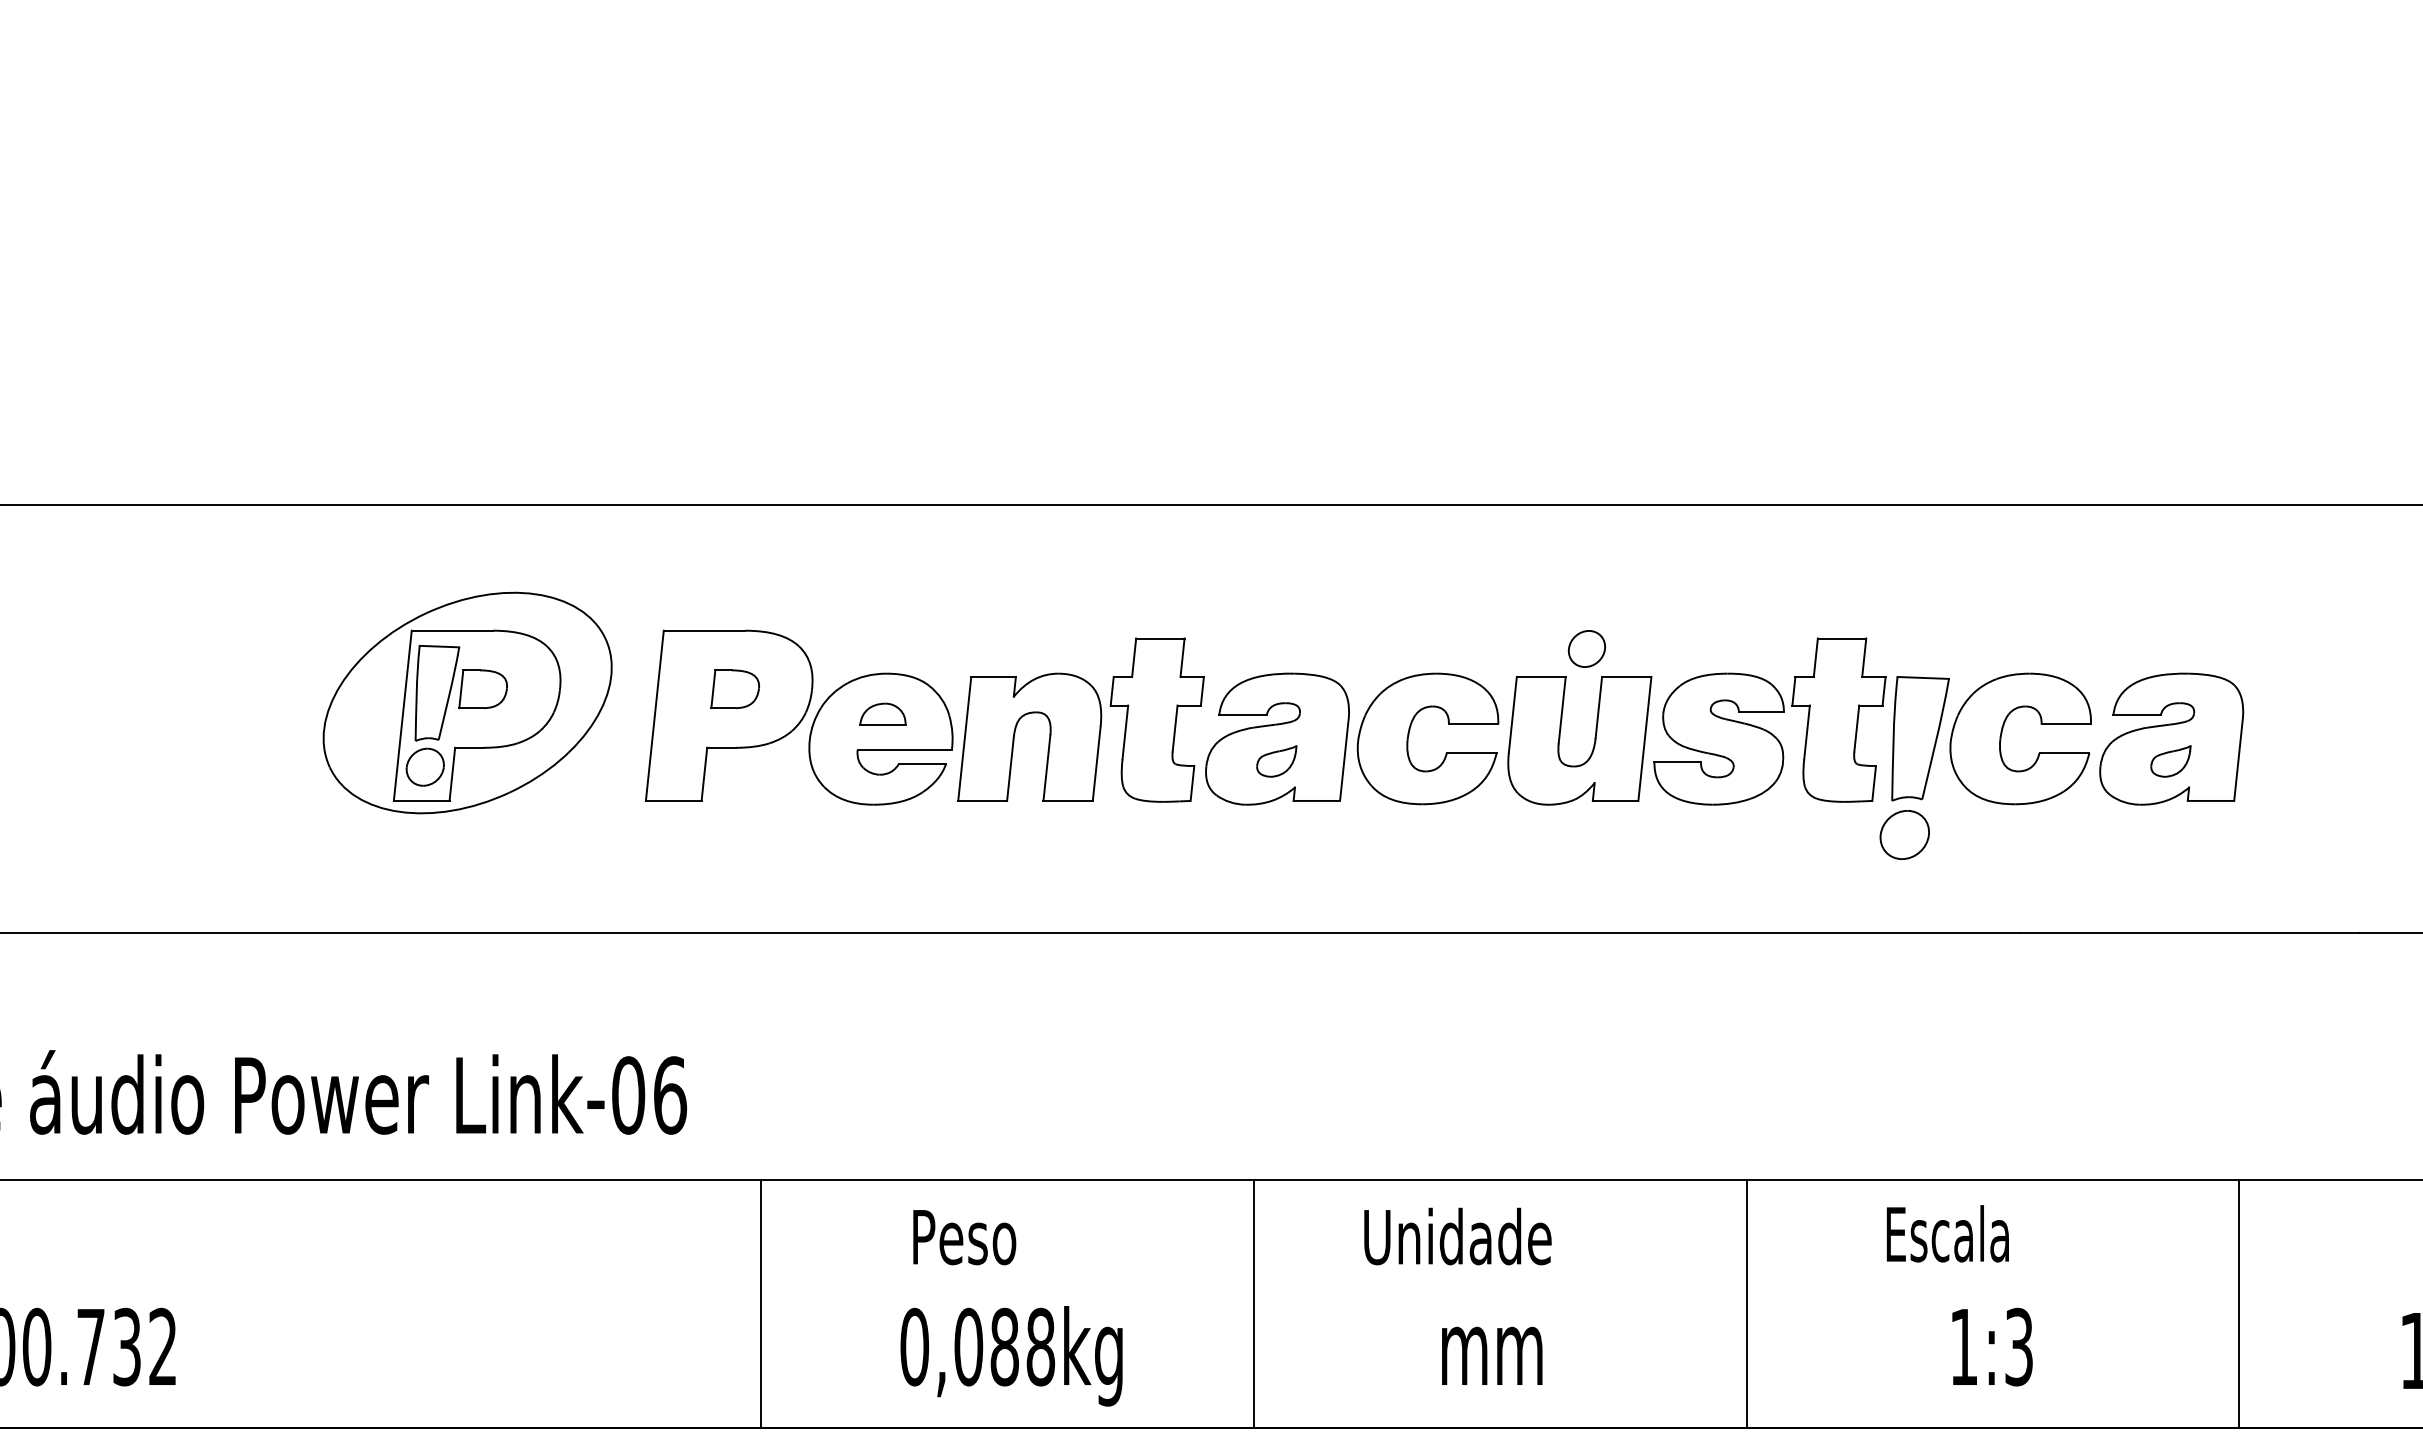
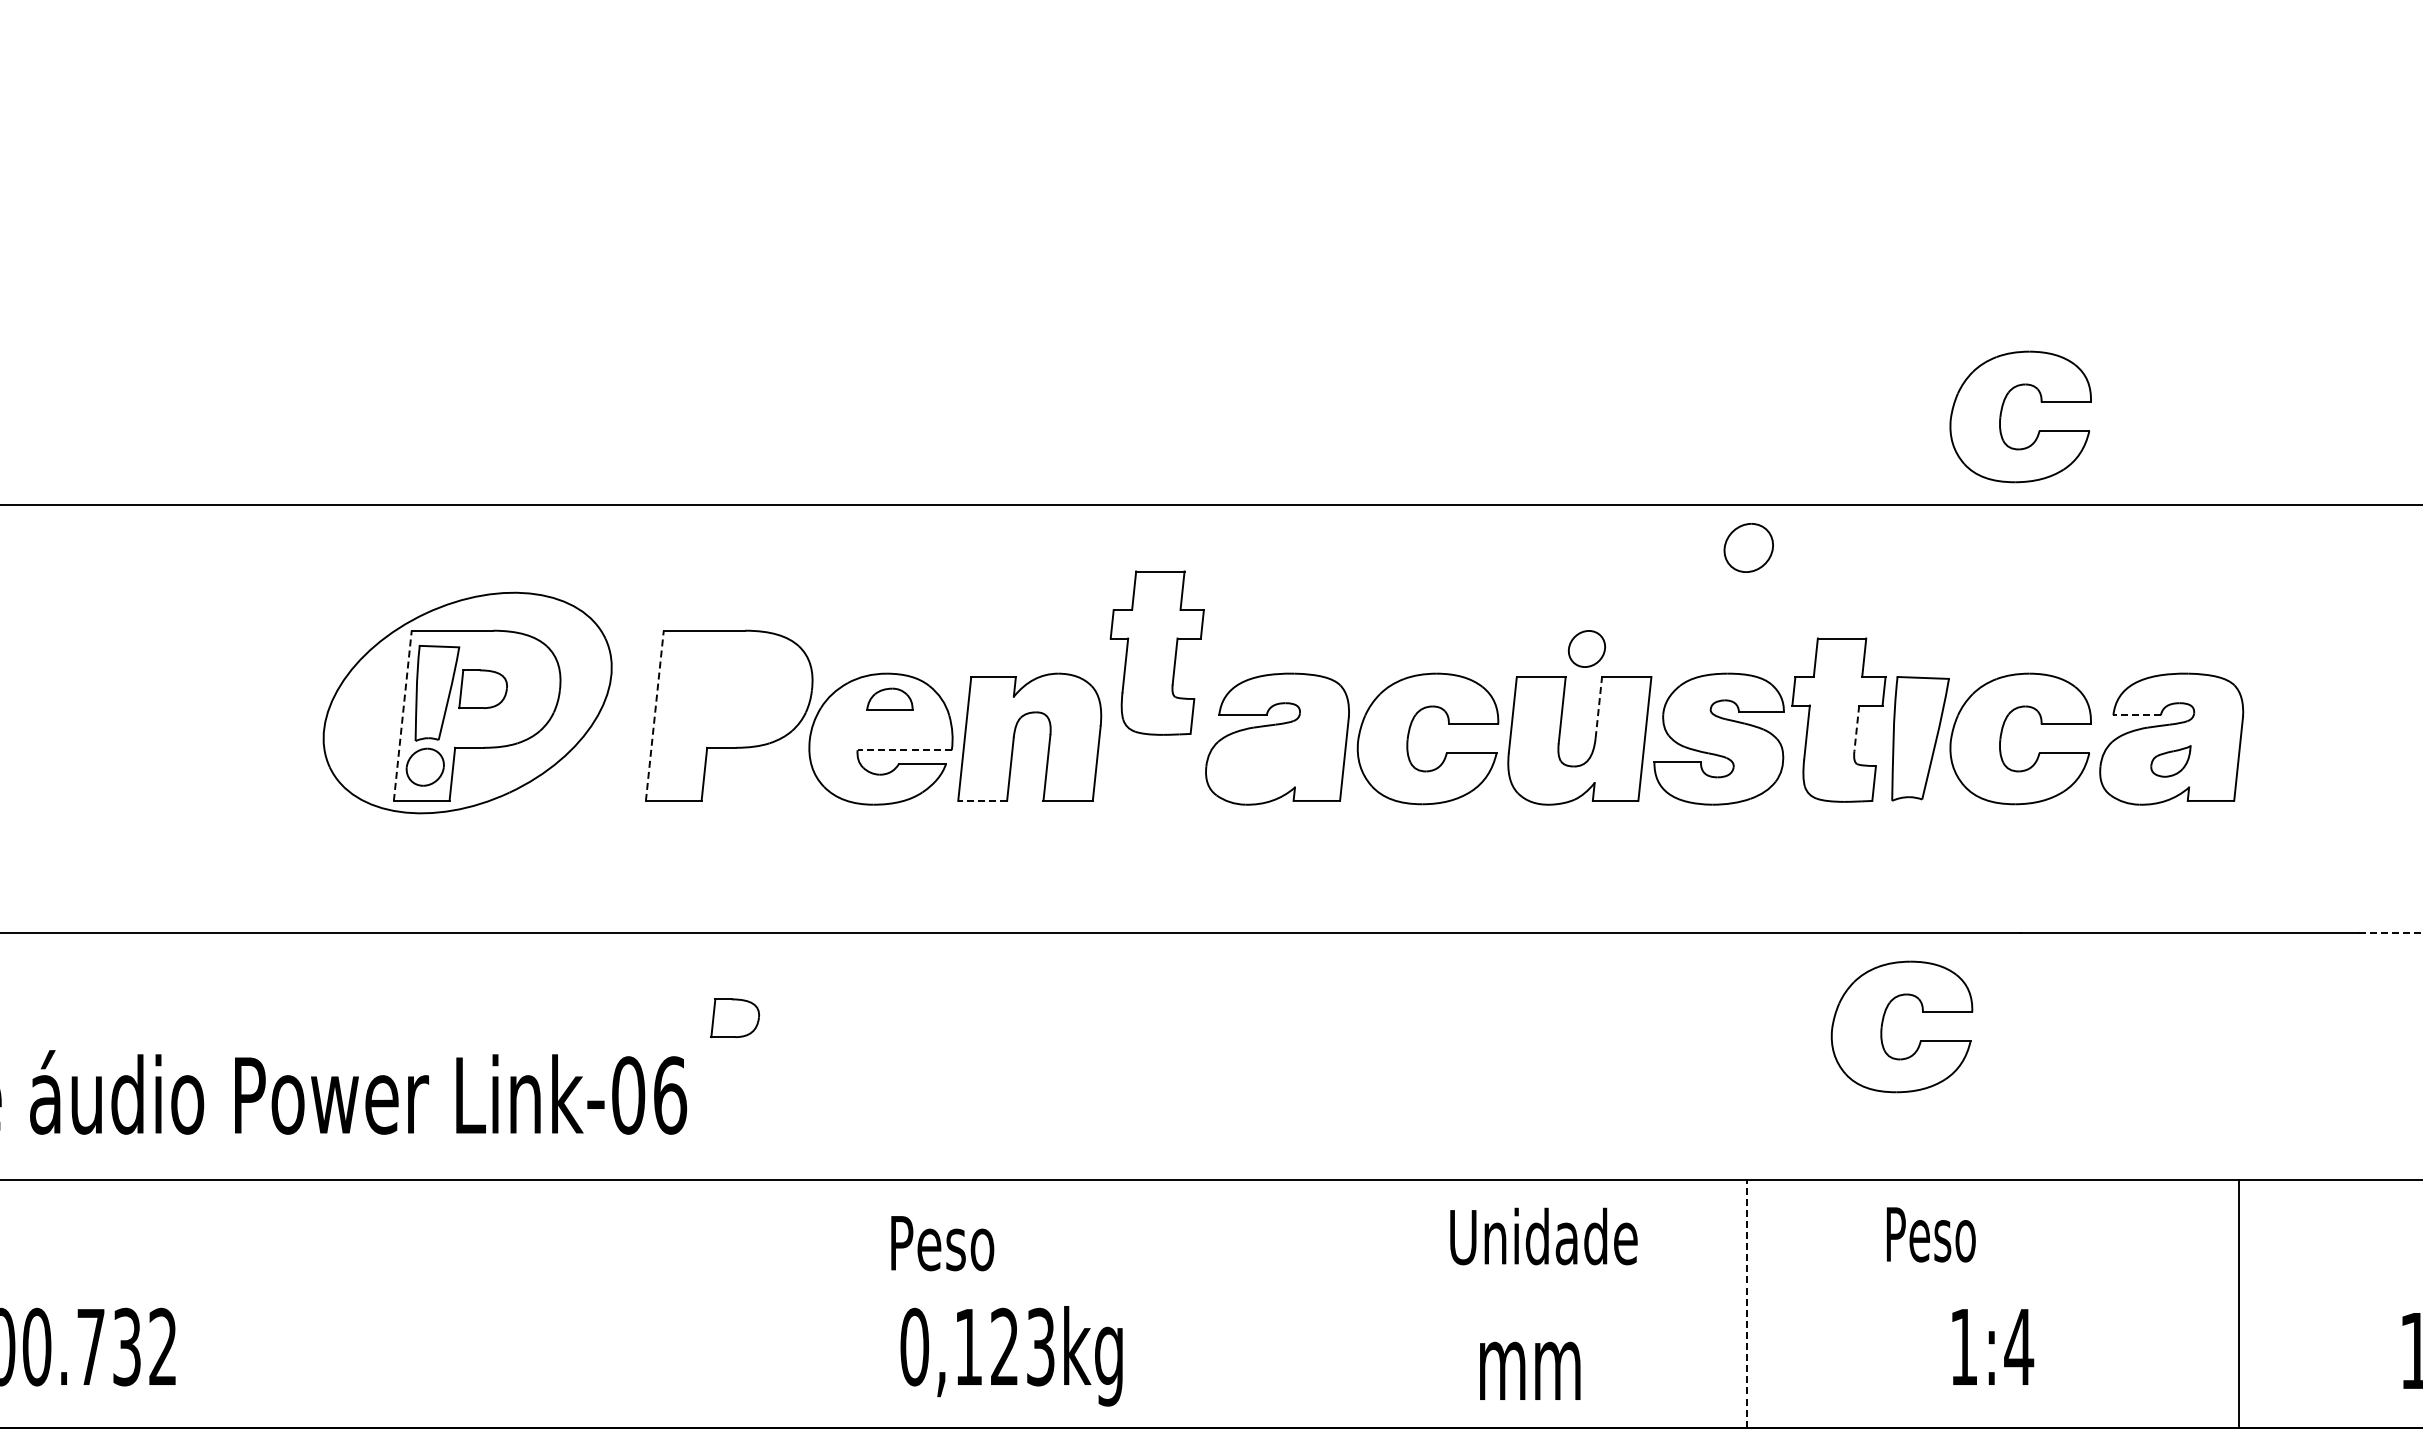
part at (2002, 411): none -> present
part at (735, 689) position: (735, 689) -> (735, 1018)
line at (1598, 707): solid -> dashed
part at (882, 713) position: (882, 713) -> (889, 698)
line at (402, 715): solid -> dashed
line at (654, 715): solid -> dashed
line at (2137, 715): solid -> dashed
part at (1156, 719) position: (1156, 719) -> (1156, 652)
line at (1856, 729): solid -> dashed
line at (904, 750): solid -> dashed
part at (1276, 761): present -> none
line at (982, 800): solid -> dashed
part at (1904, 834) position: (1904, 834) -> (1748, 547)
line at (2390, 932): solid -> dashed
part at (1883, 1023): none -> present
text at (1949, 1233): Escala -> Peso
text at (1457, 1236) position: (1457, 1236) -> (1543, 1236)
text at (964, 1237) position: (964, 1237) -> (942, 1243)
line at (1253, 1302): present -> none
line at (761, 1303): present -> none
line at (1746, 1303): solid -> dashed
text at (1004, 1346): 0,088kg -> 0,123kg
text at (2019, 1346): 1:3 -> 1:4
text at (1492, 1355) position: (1492, 1355) -> (1530, 1370)
